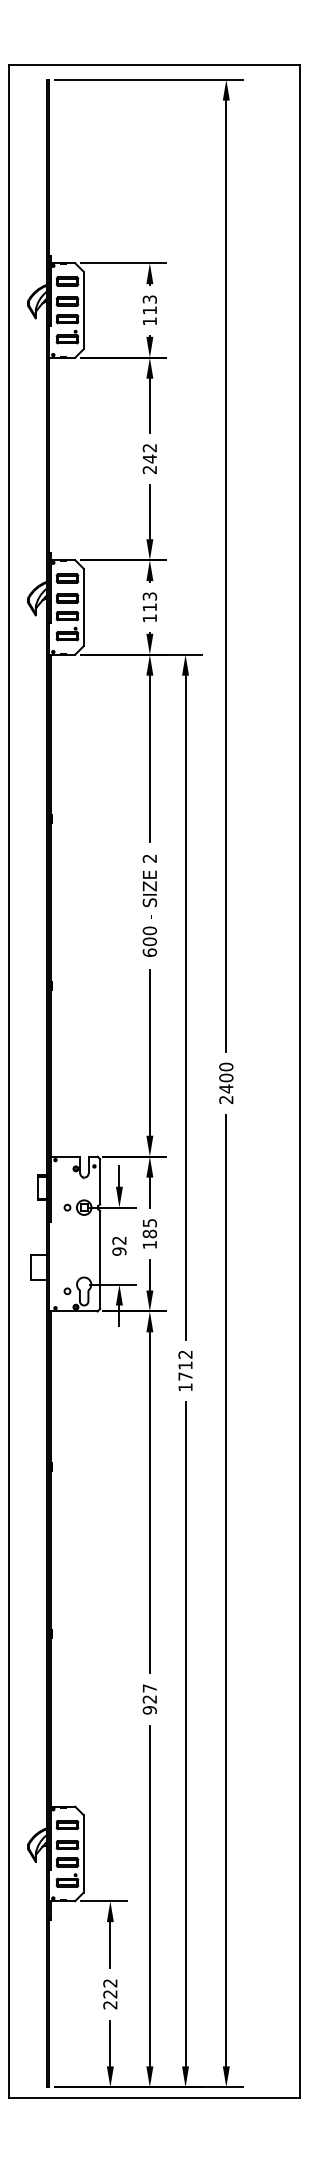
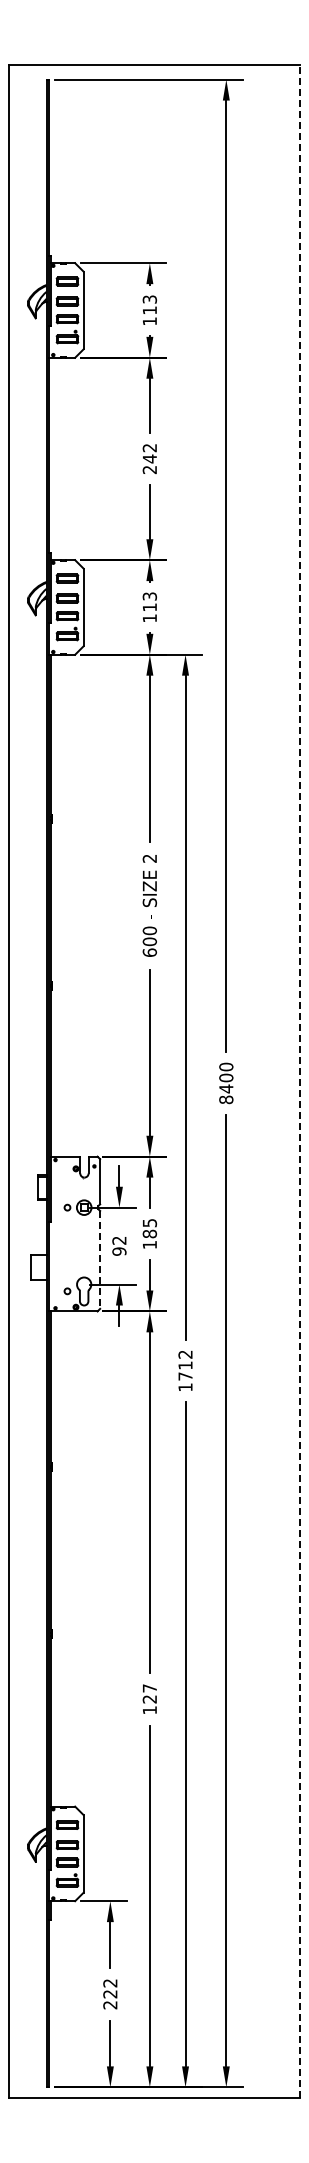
line at (299, 1081): solid -> dashed
text at (226, 1099): 2400 -> 8400
line at (100, 1259): solid -> dashed
text at (149, 1710): 927 -> 127
